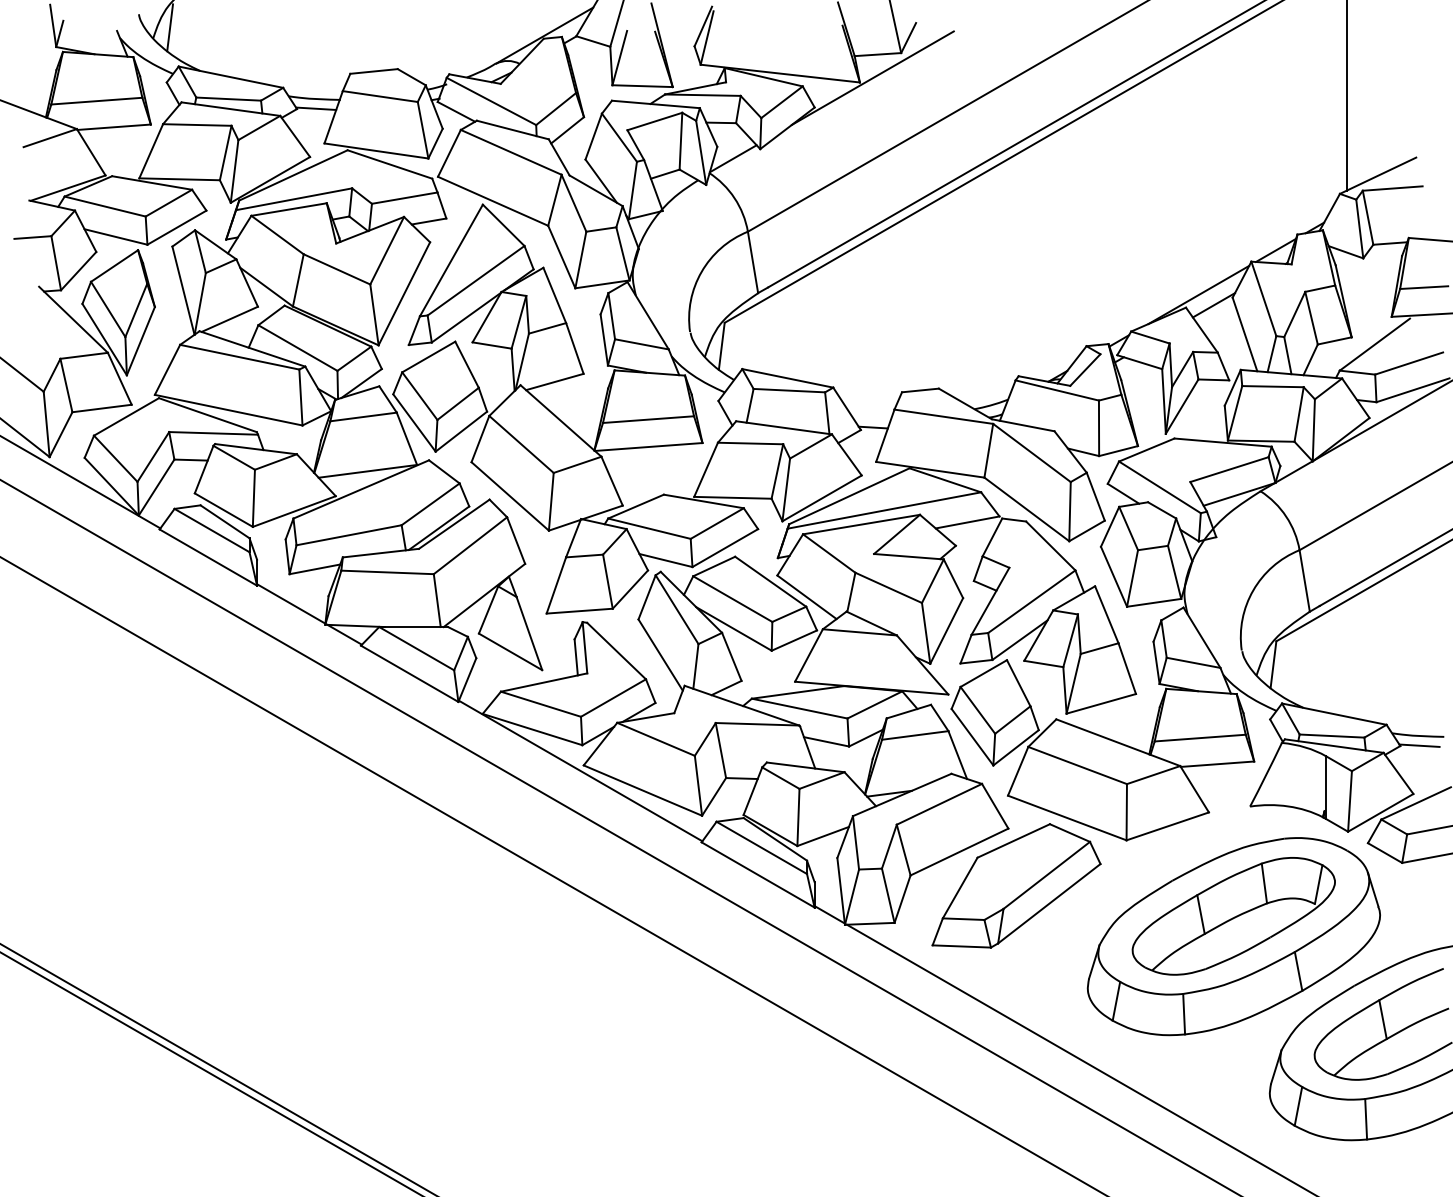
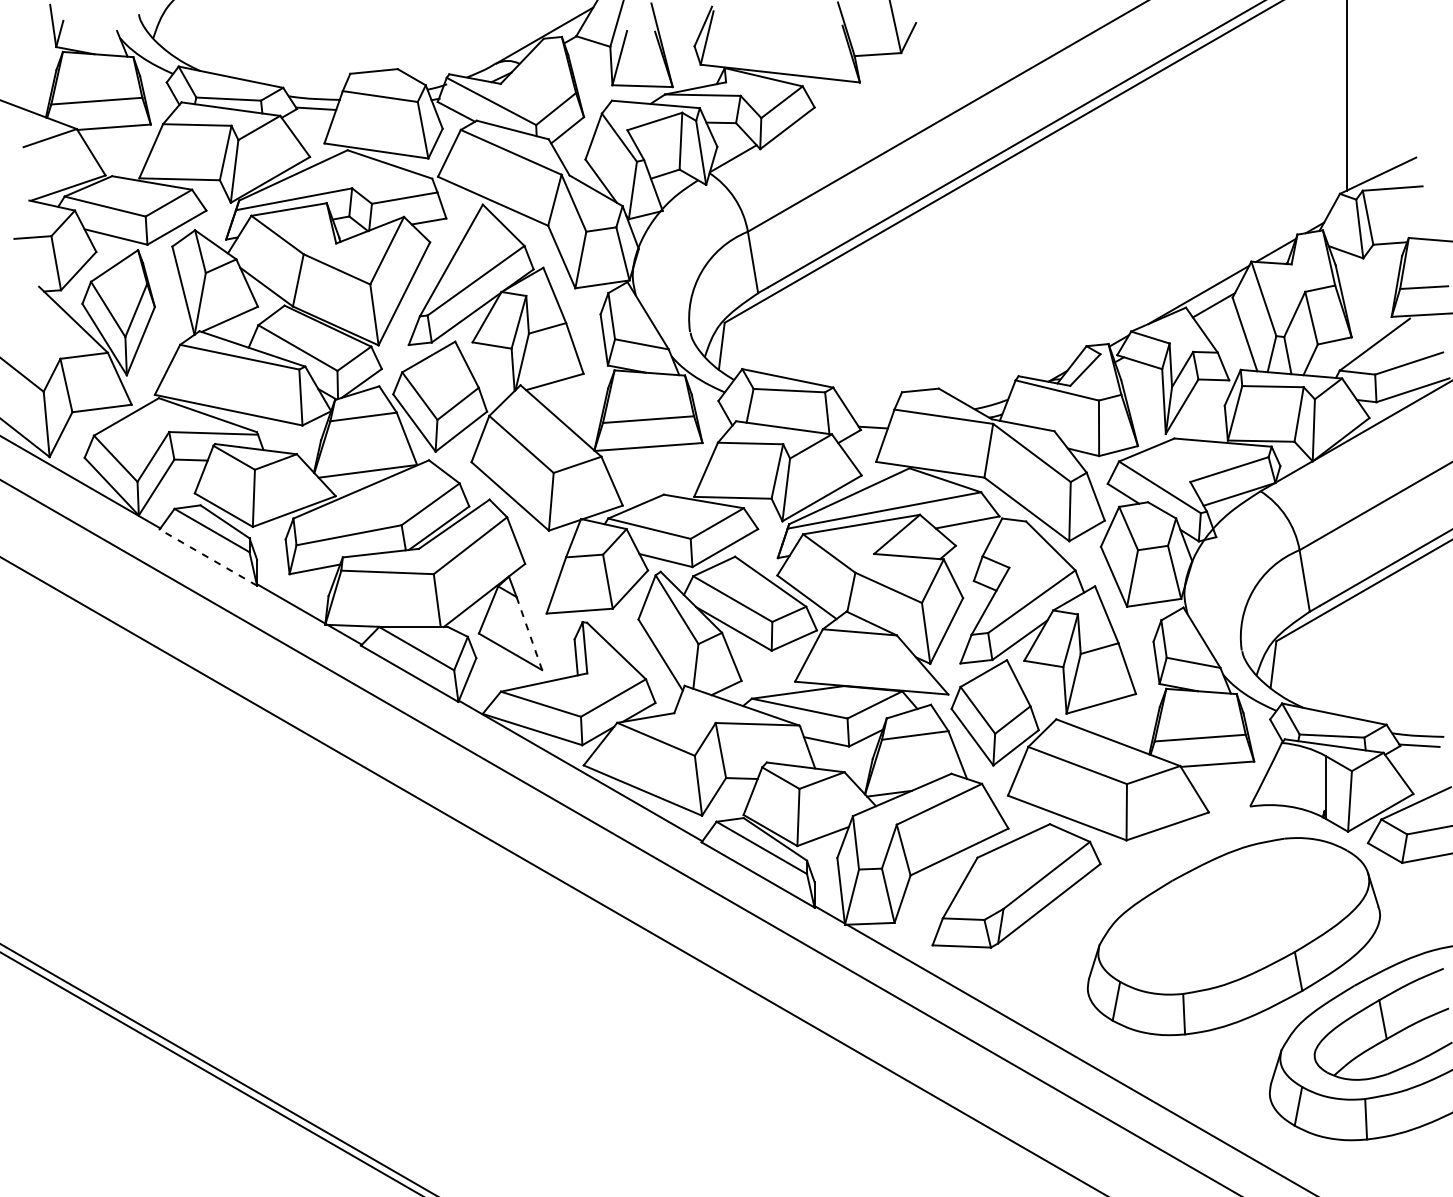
line at (170, 27): present -> none
line at (872, 77): present -> none
line at (207, 557): solid -> dashed
line at (529, 633): solid -> dashed
part at (1233, 916): present -> none
